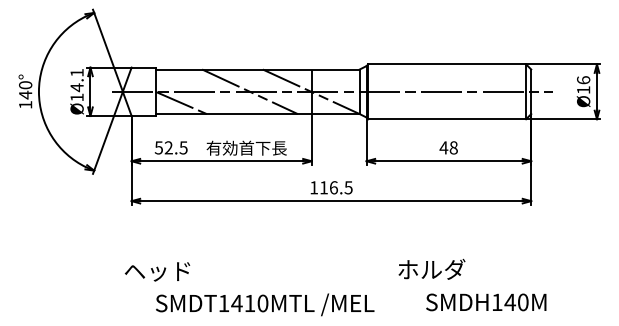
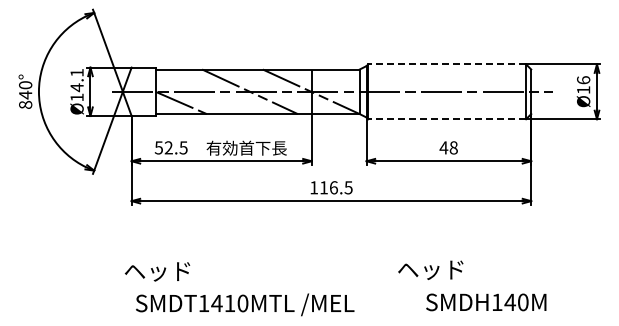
line at (447, 64): solid -> dashed
text at (25, 104): 140° -> 840°
line at (447, 119): solid -> dashed
text at (431, 269): ホルダ -> ヘッド
text at (265, 304) position: (265, 304) -> (245, 304)
